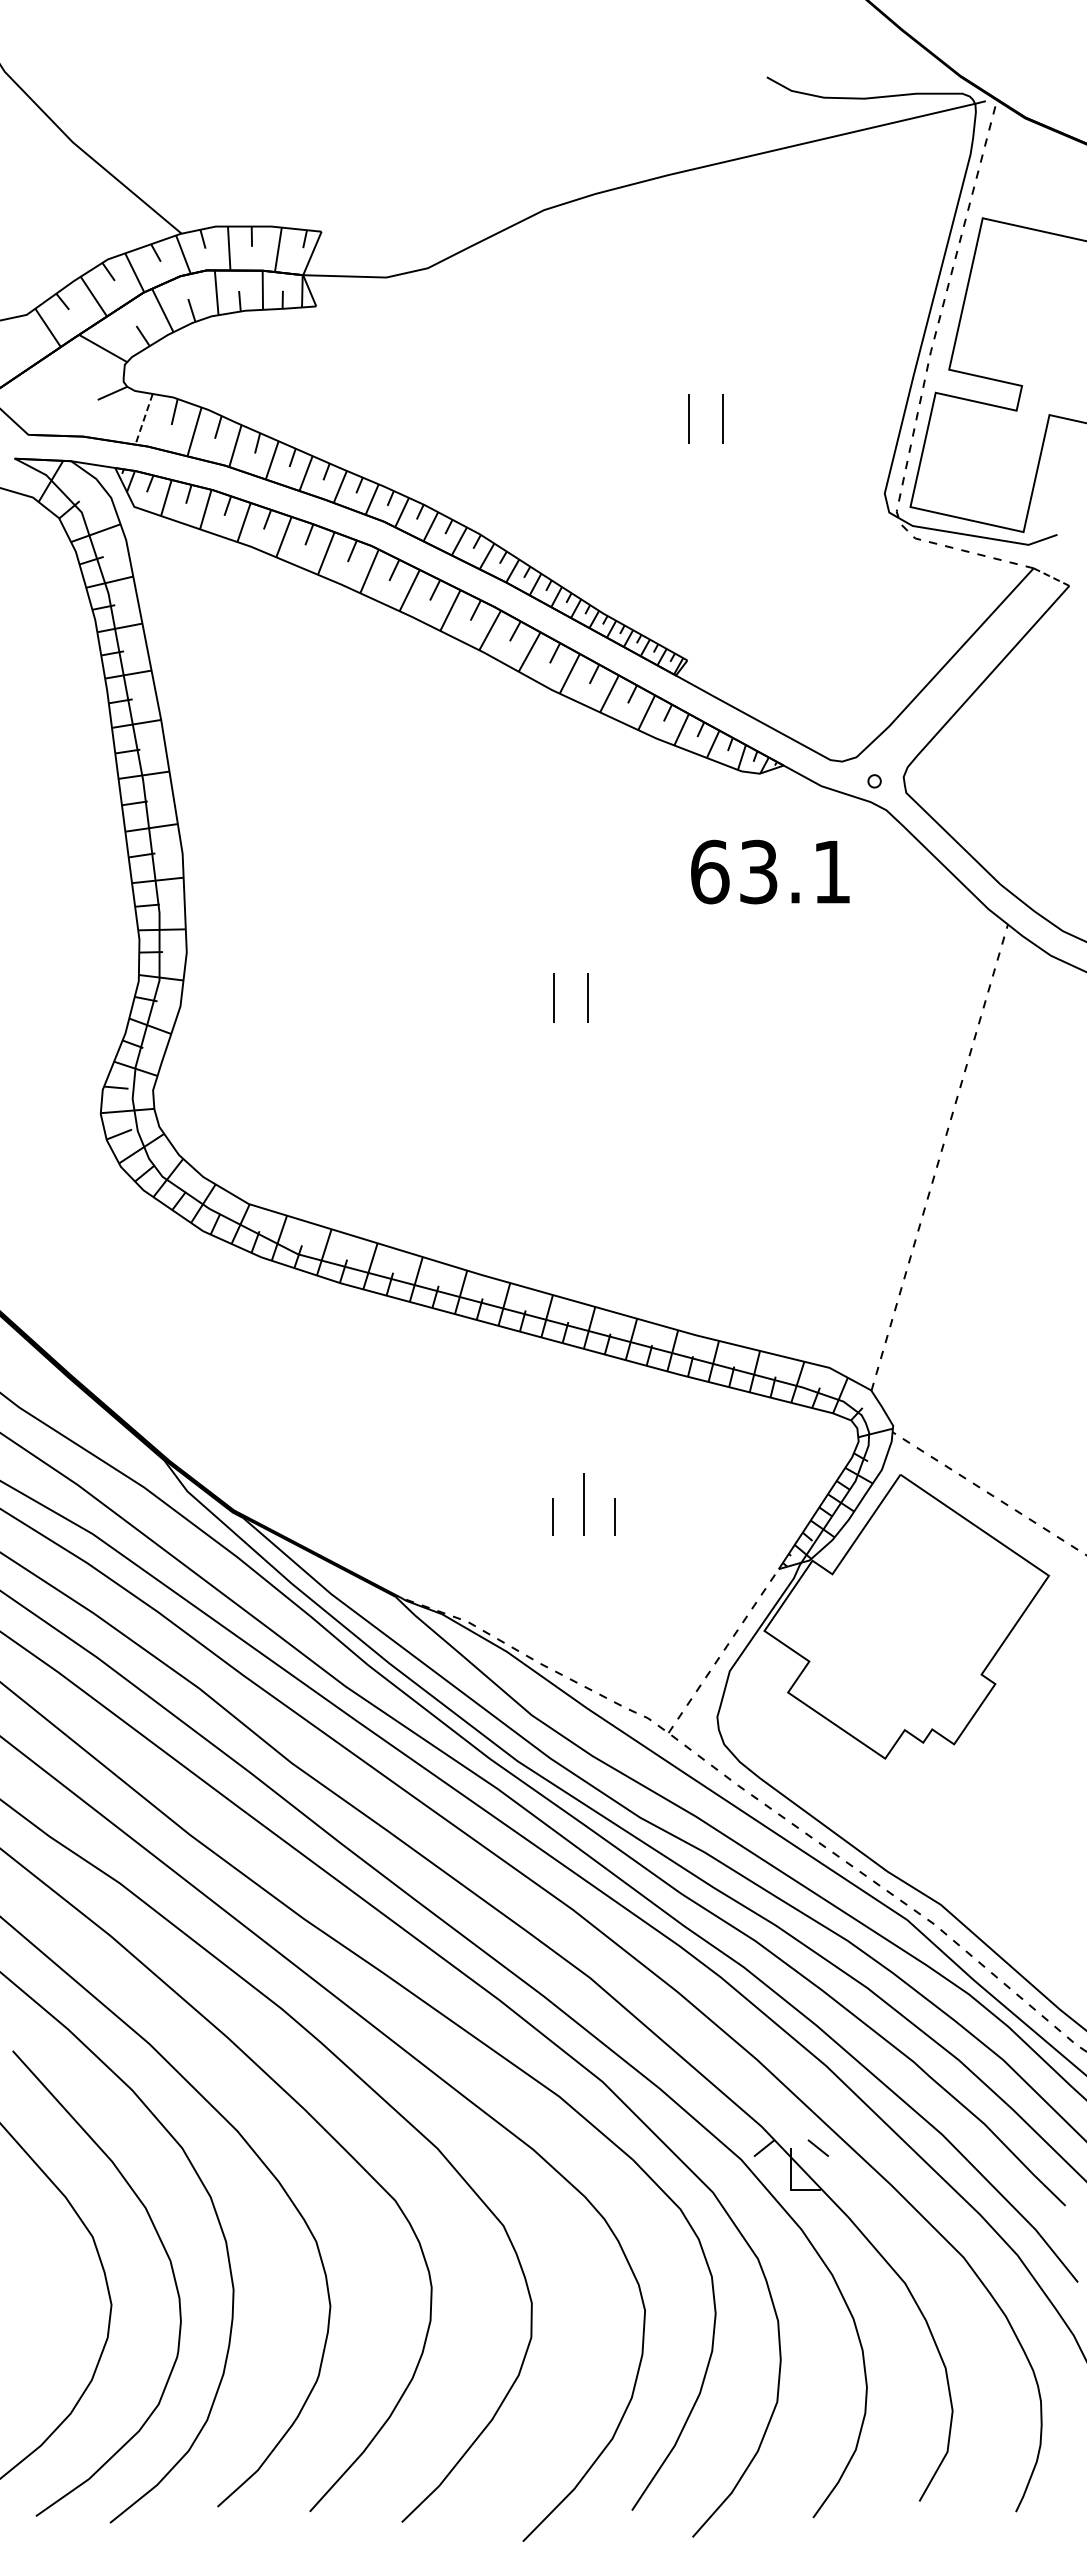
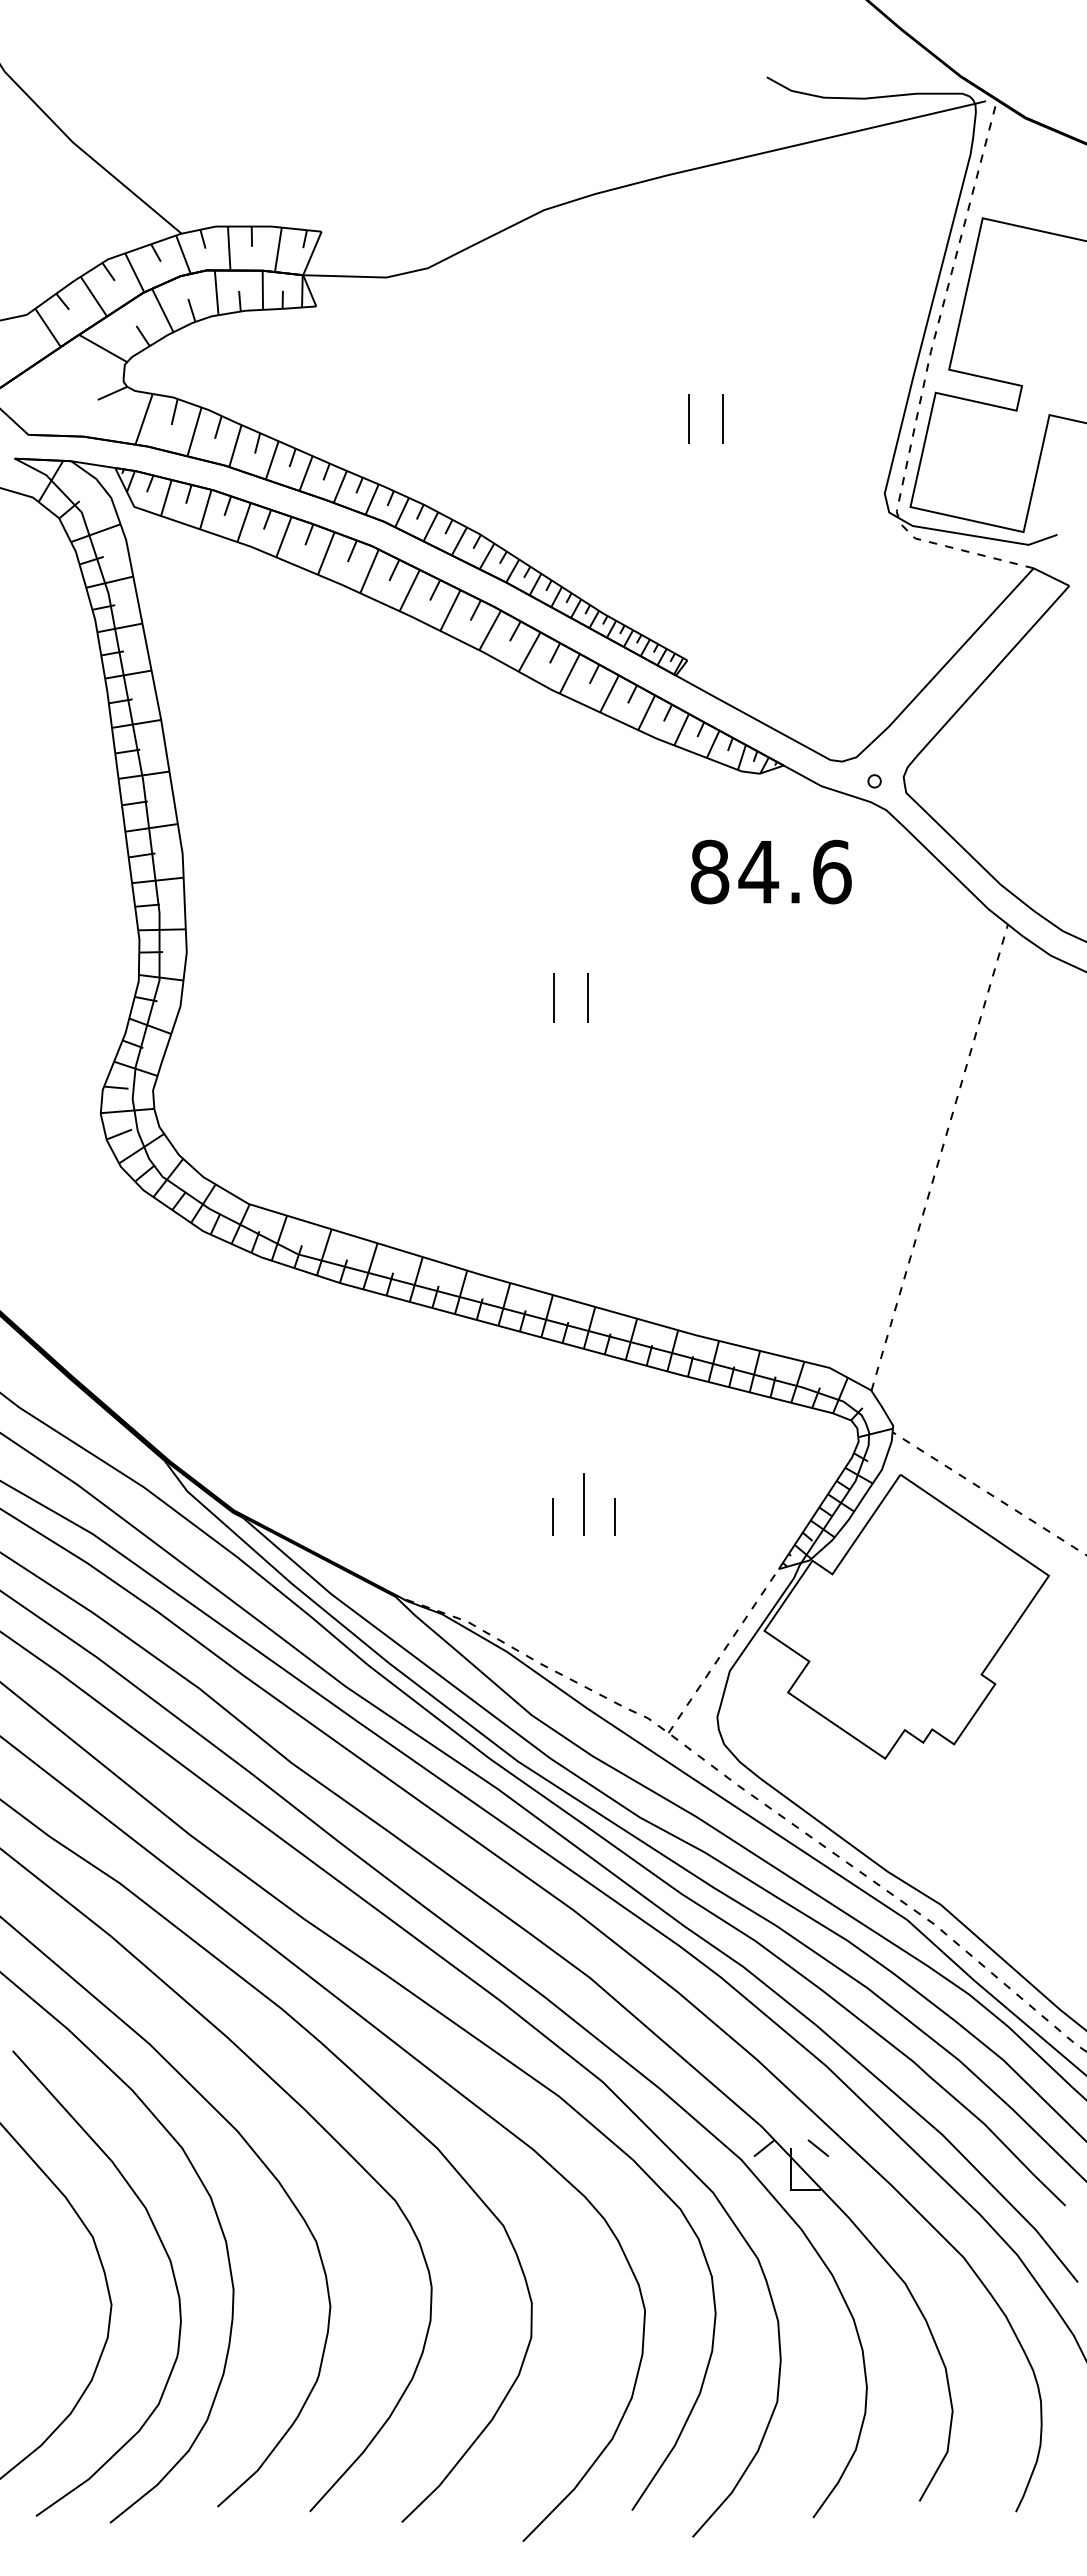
line at (144, 419): dashed -> solid
line at (1051, 577): dashed -> solid
text at (770, 871): 63.1 -> 84.6
